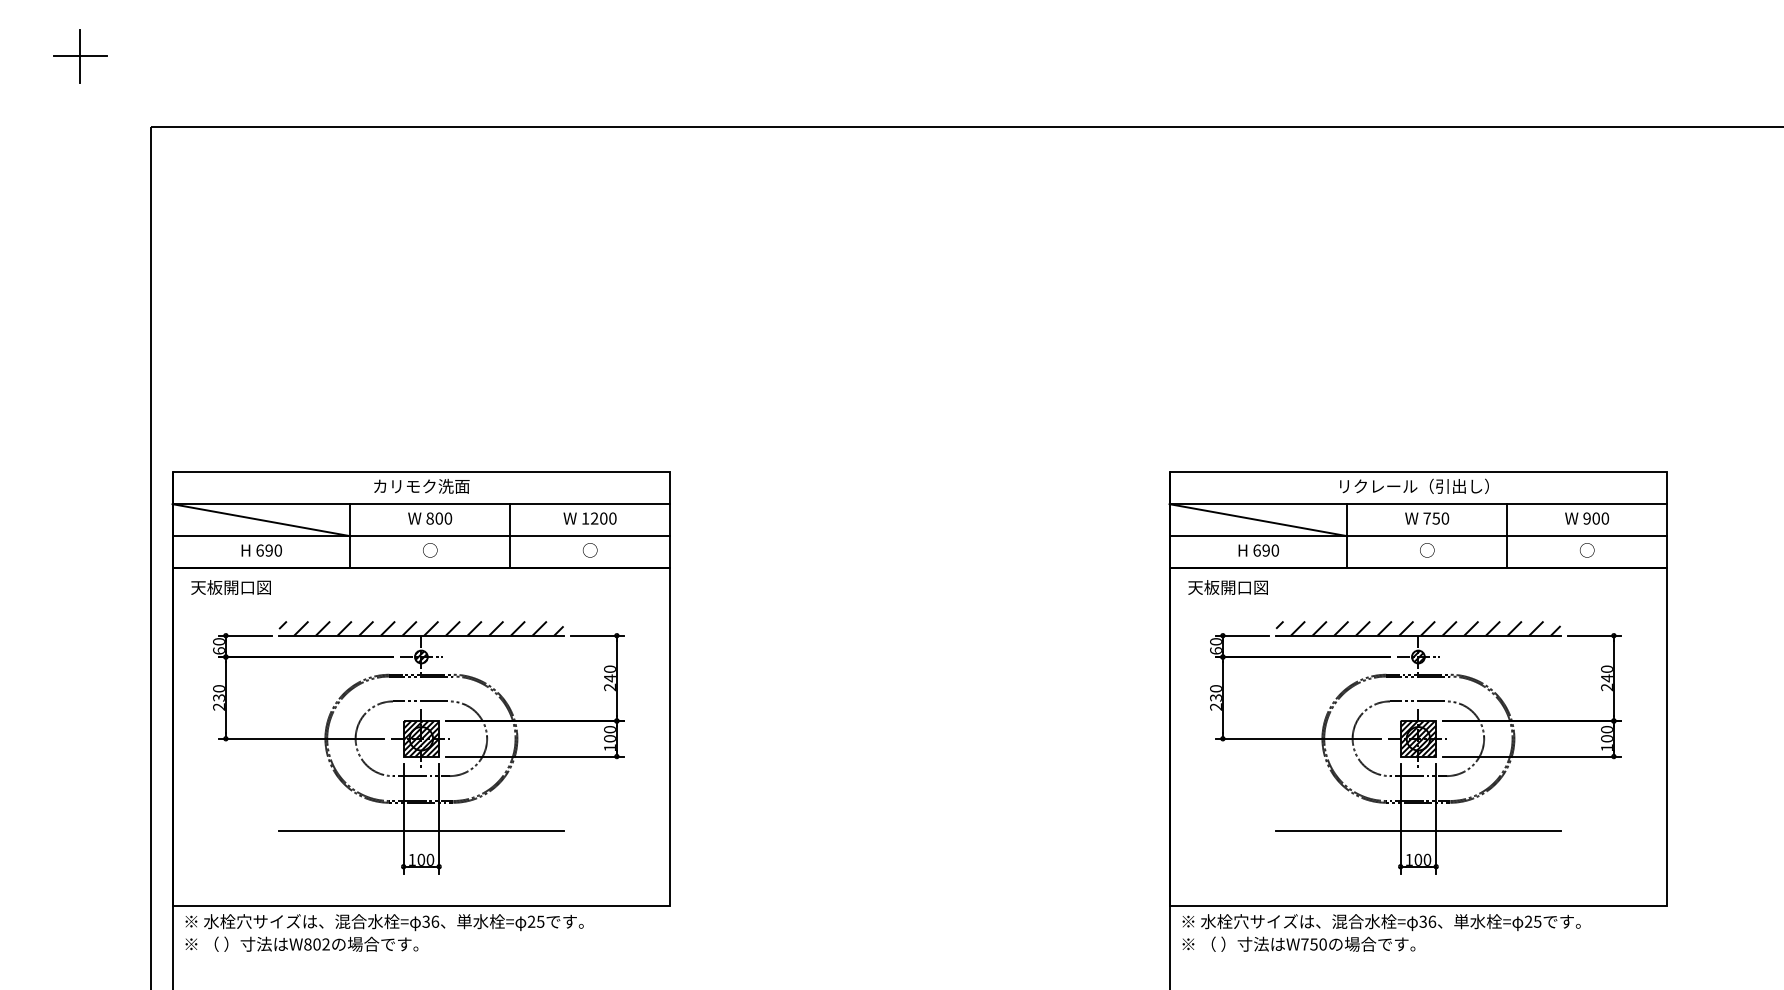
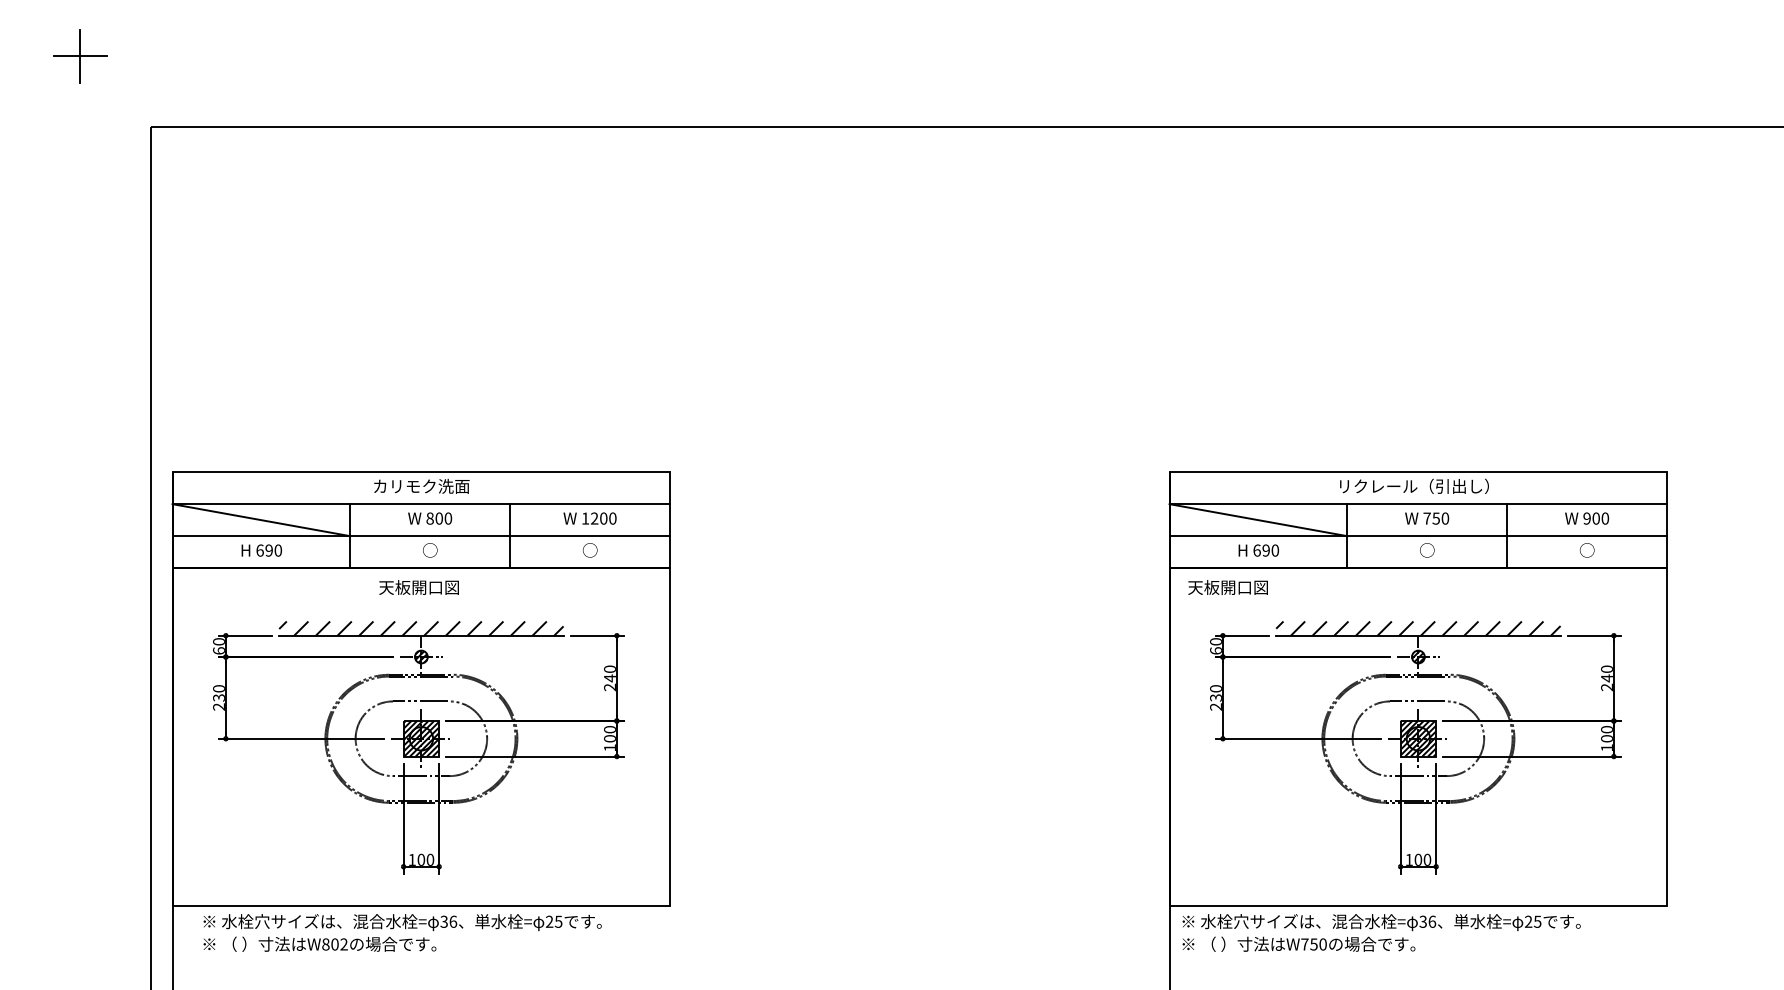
text at (230, 587) position: (230, 587) -> (418, 587)
line at (421, 831): present -> none
line at (1418, 831): present -> none
text at (384, 932) position: (384, 932) -> (402, 932)
